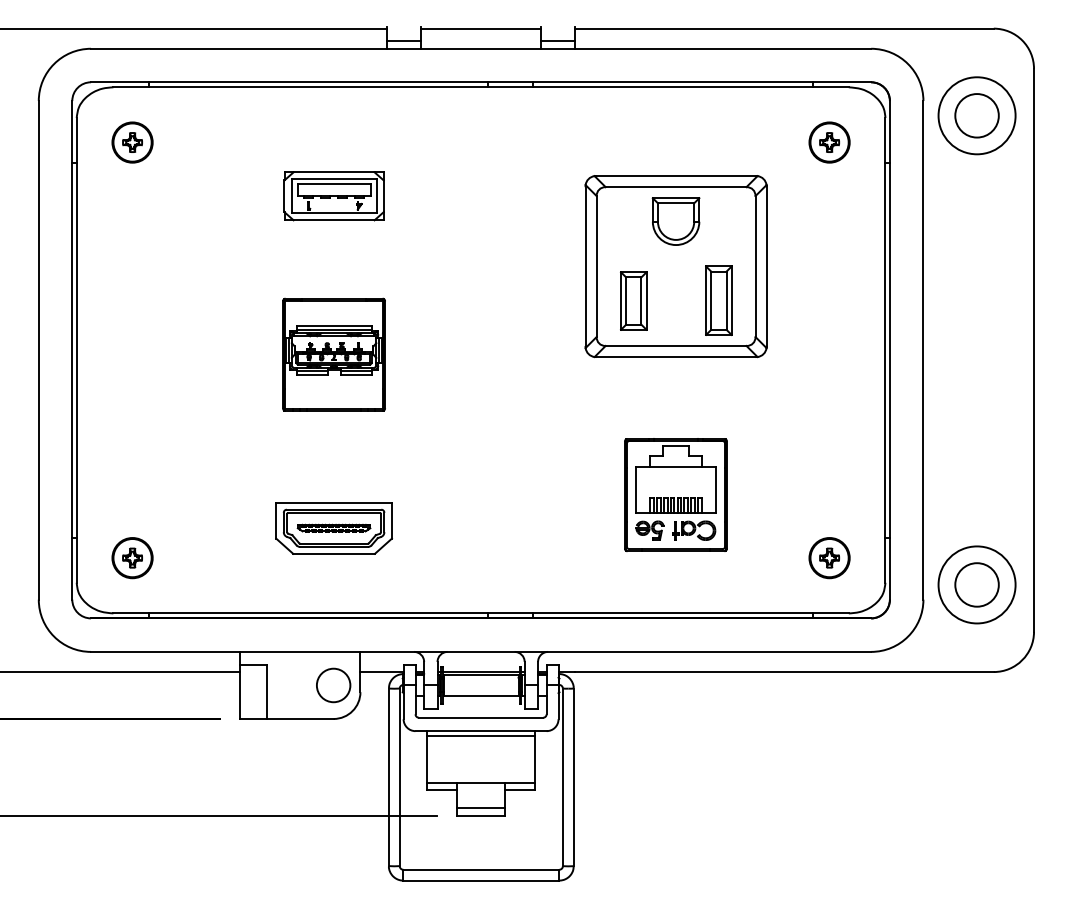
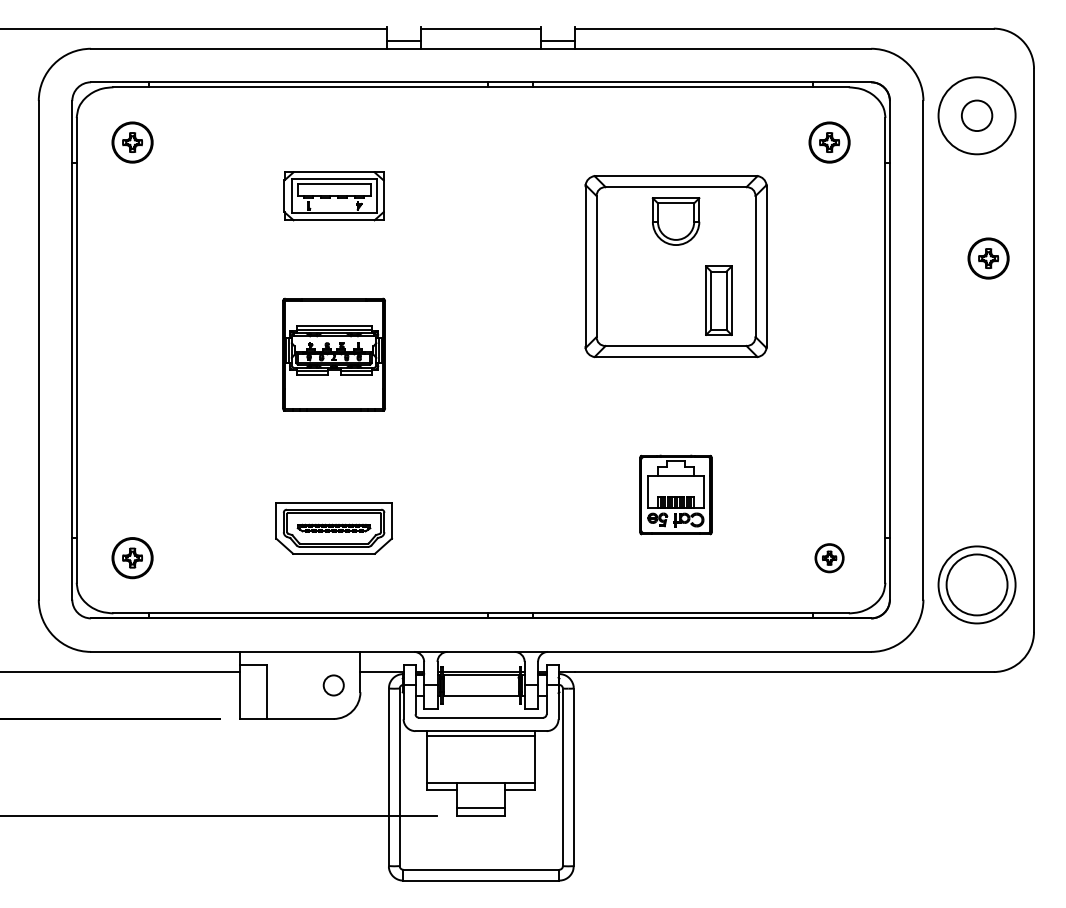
circle at (976, 115) diameter: 44 px -> 30 px
part at (988, 258): none -> present
part at (633, 300): present -> none
part at (675, 494) size: 104x114 px -> 74x82 px
part at (829, 558) size: 43x43 px -> 31x31 px
circle at (976, 584) diameter: 44 px -> 61 px
circle at (333, 685) size: 36x37 px -> 23x23 px
